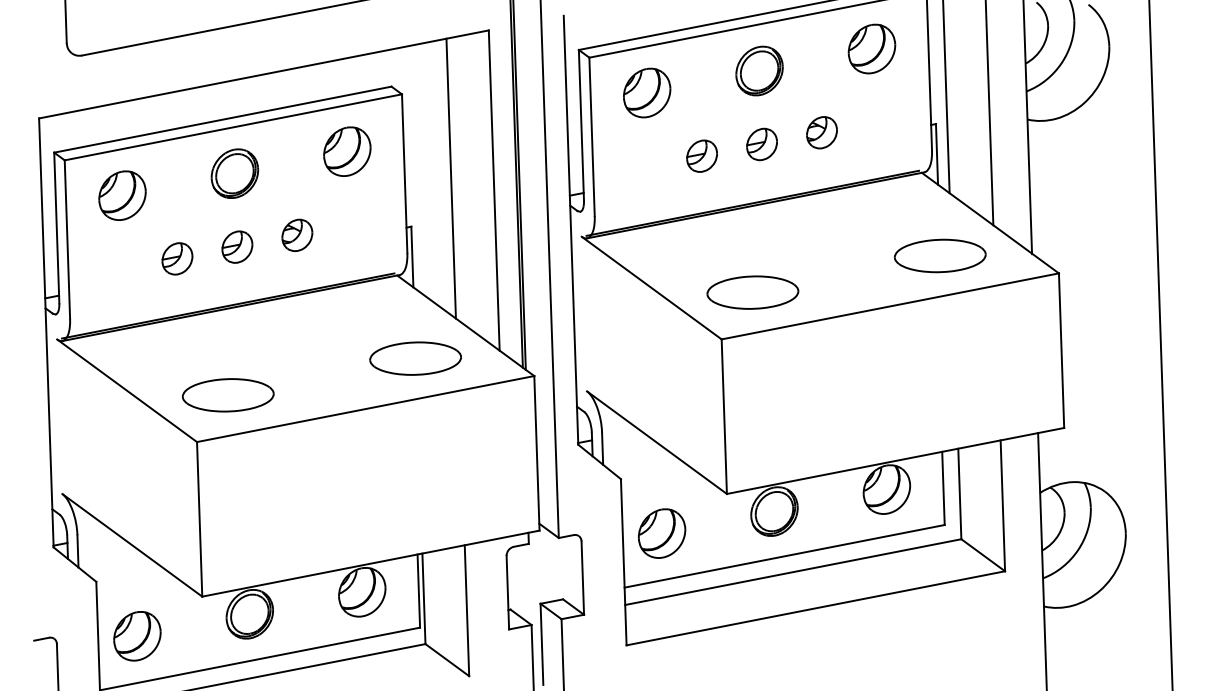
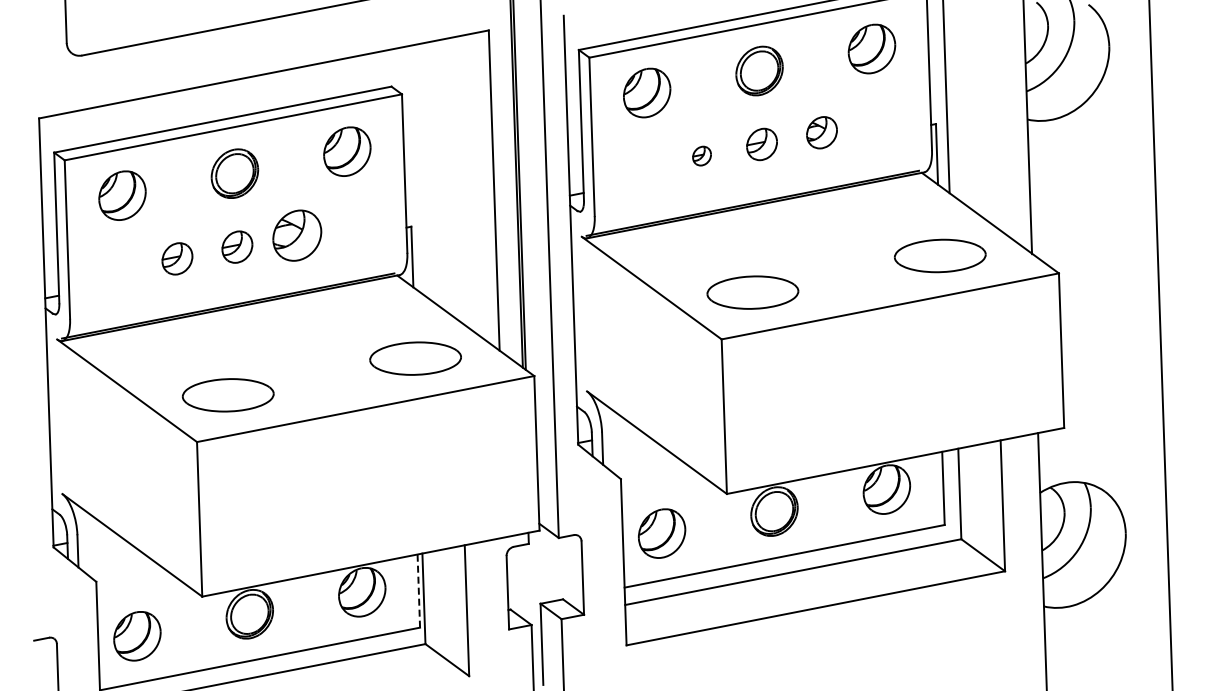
line at (989, 113): present -> none
part at (701, 155) size: 32x34 px -> 20x22 px
line at (450, 178): present -> none
part at (297, 234) size: 33x34 px -> 51x53 px
line at (418, 591): solid -> dashed
